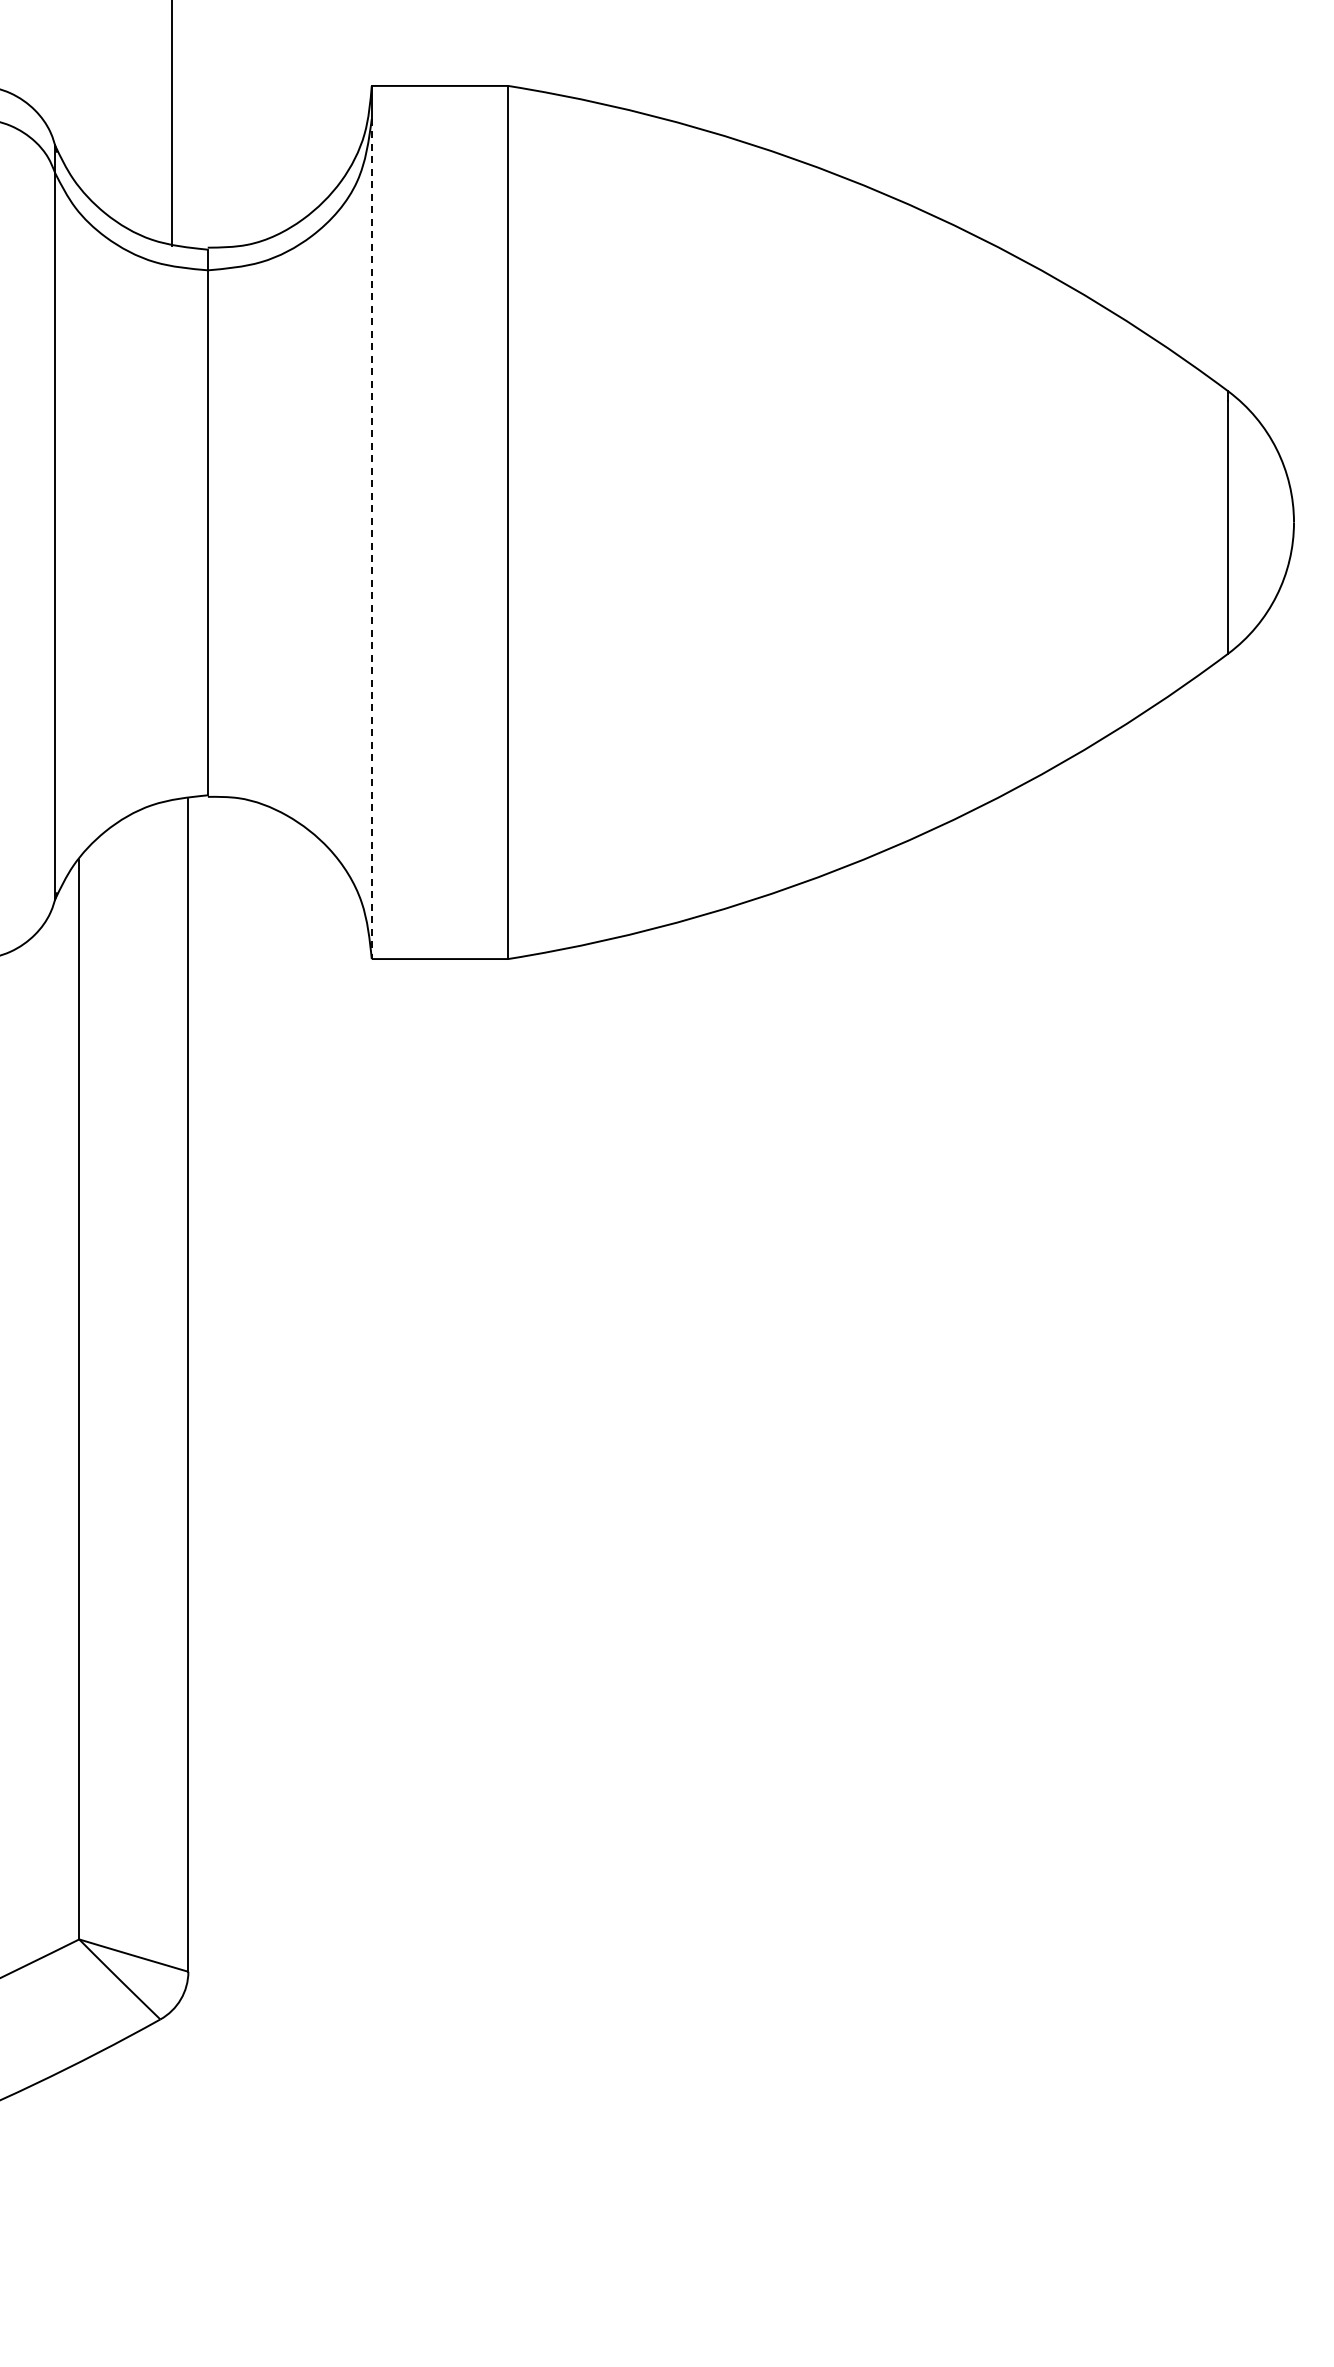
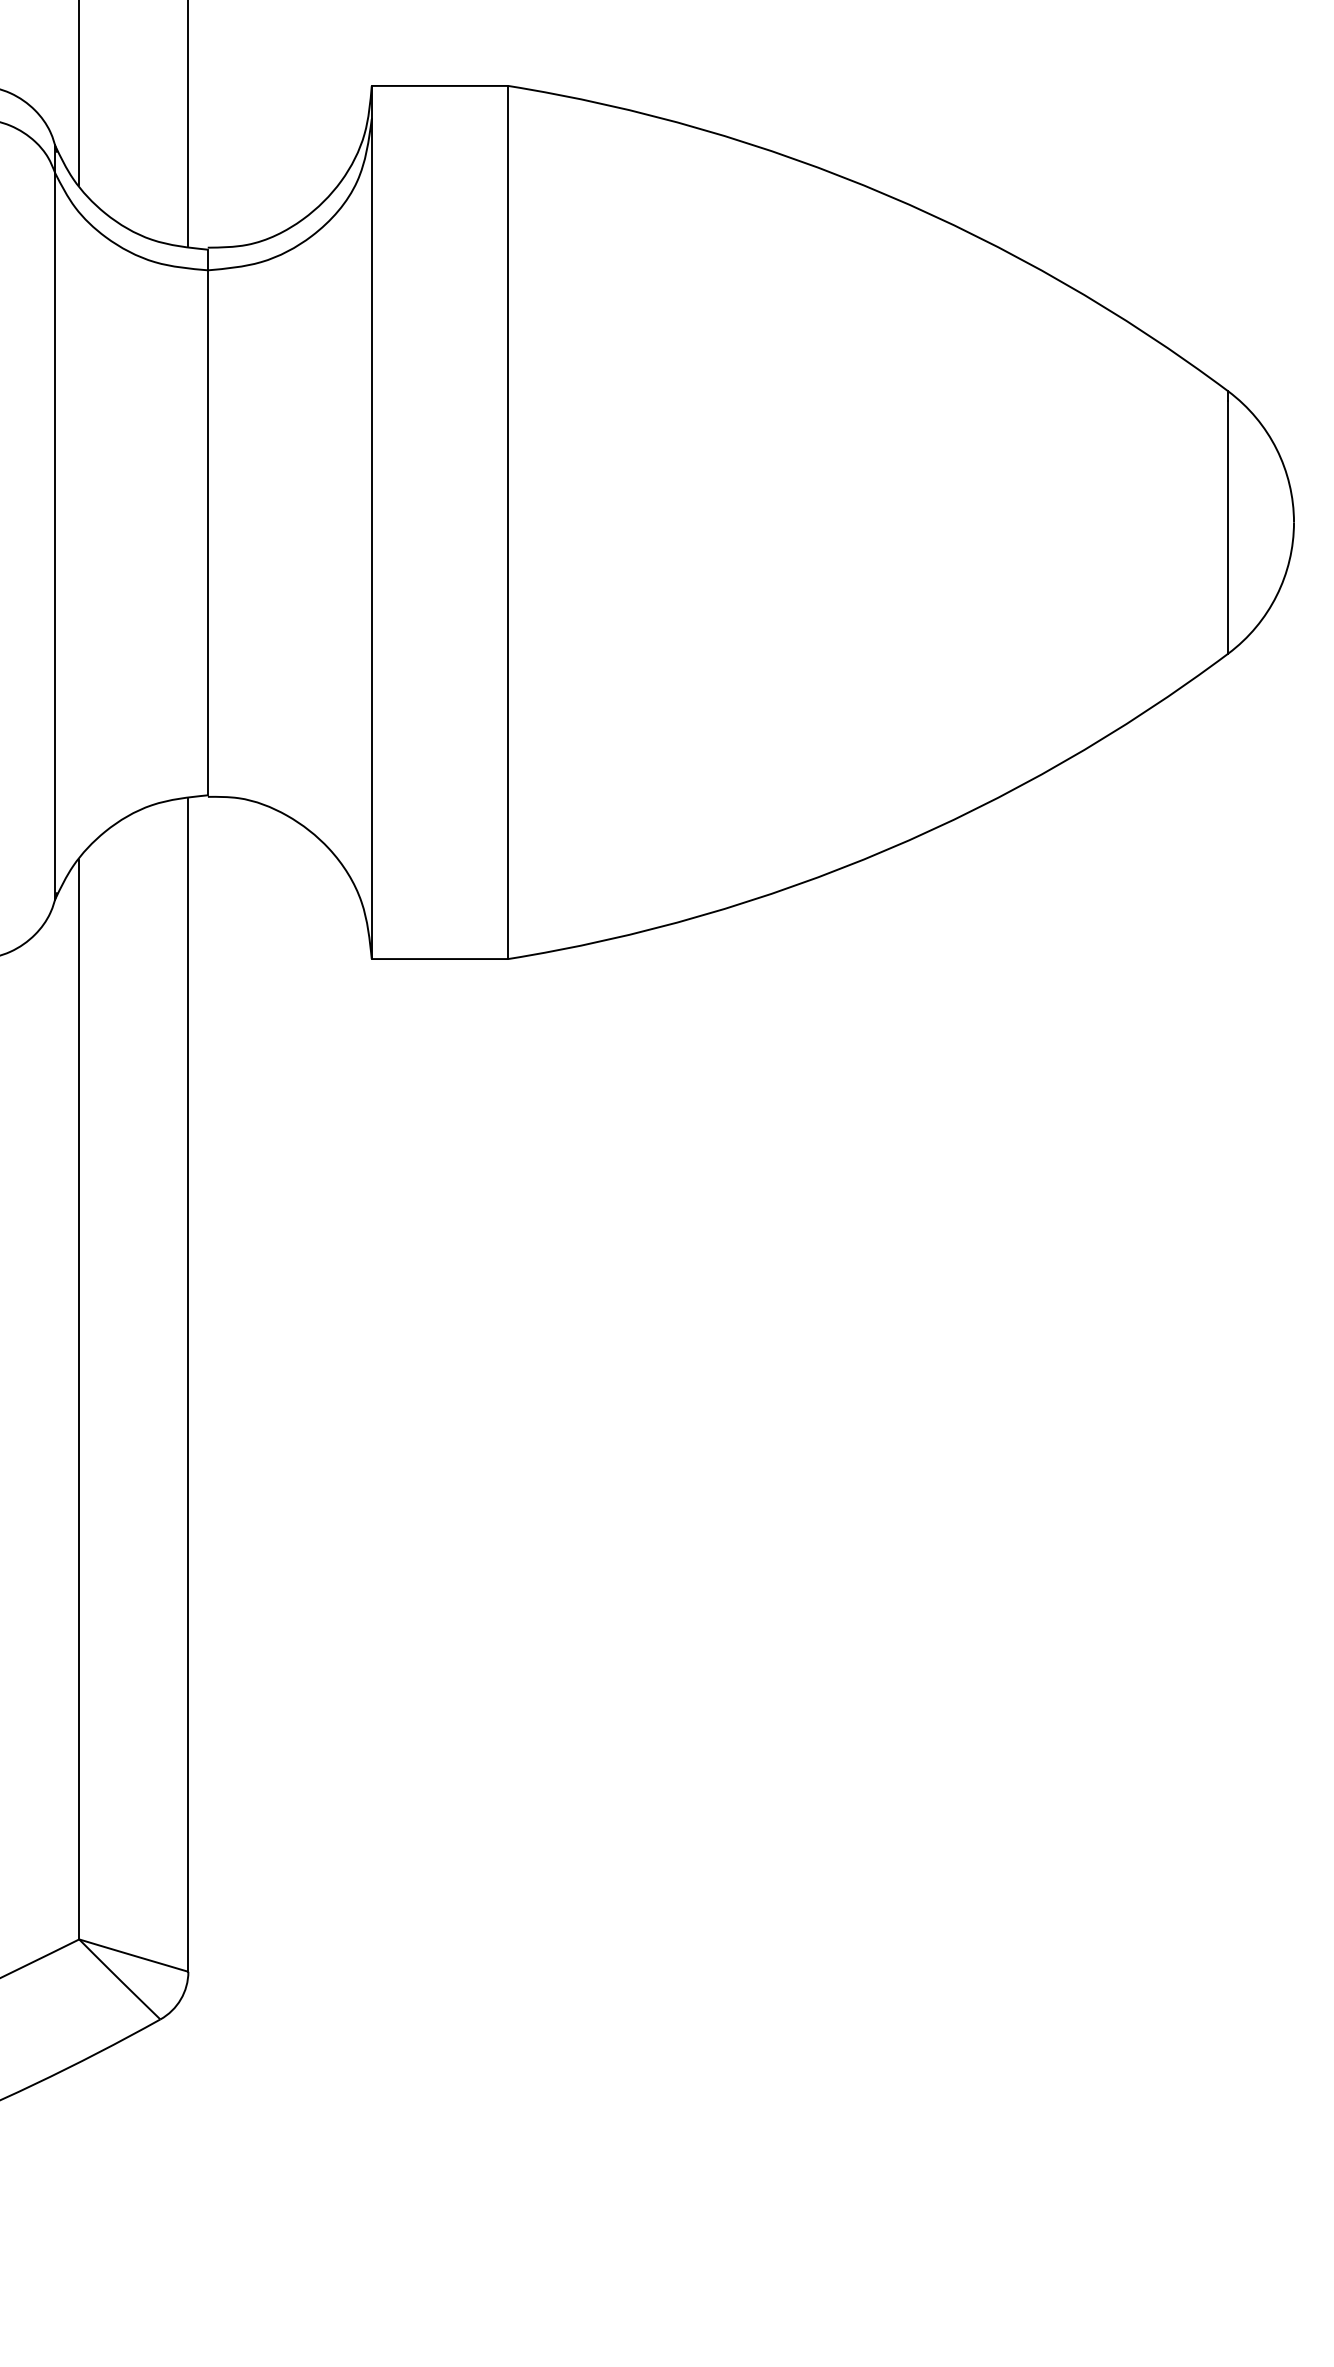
line at (79, 93): none -> present
line at (172, 124) position: (172, 124) -> (188, 124)
line at (371, 539): dashed -> solid
